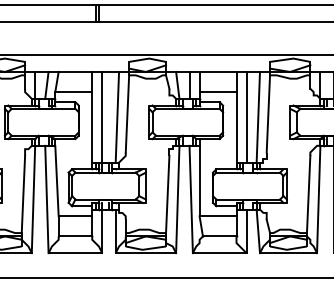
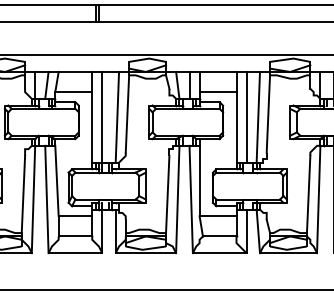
line at (166, 278) position: (166, 278) -> (166, 290)
